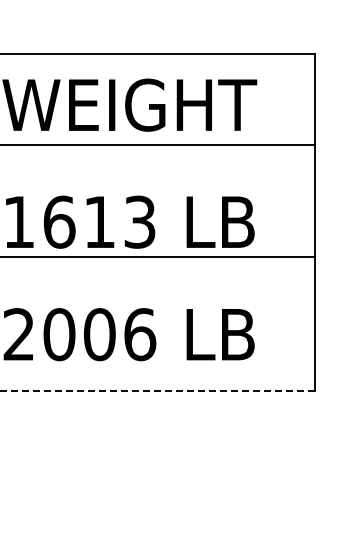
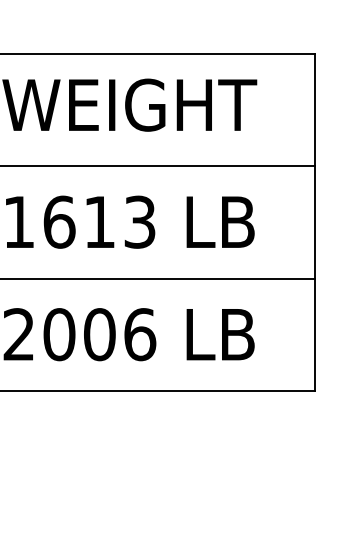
line at (158, 145) position: (158, 145) -> (158, 166)
line at (158, 256) position: (158, 256) -> (158, 278)
line at (157, 391): dashed -> solid
